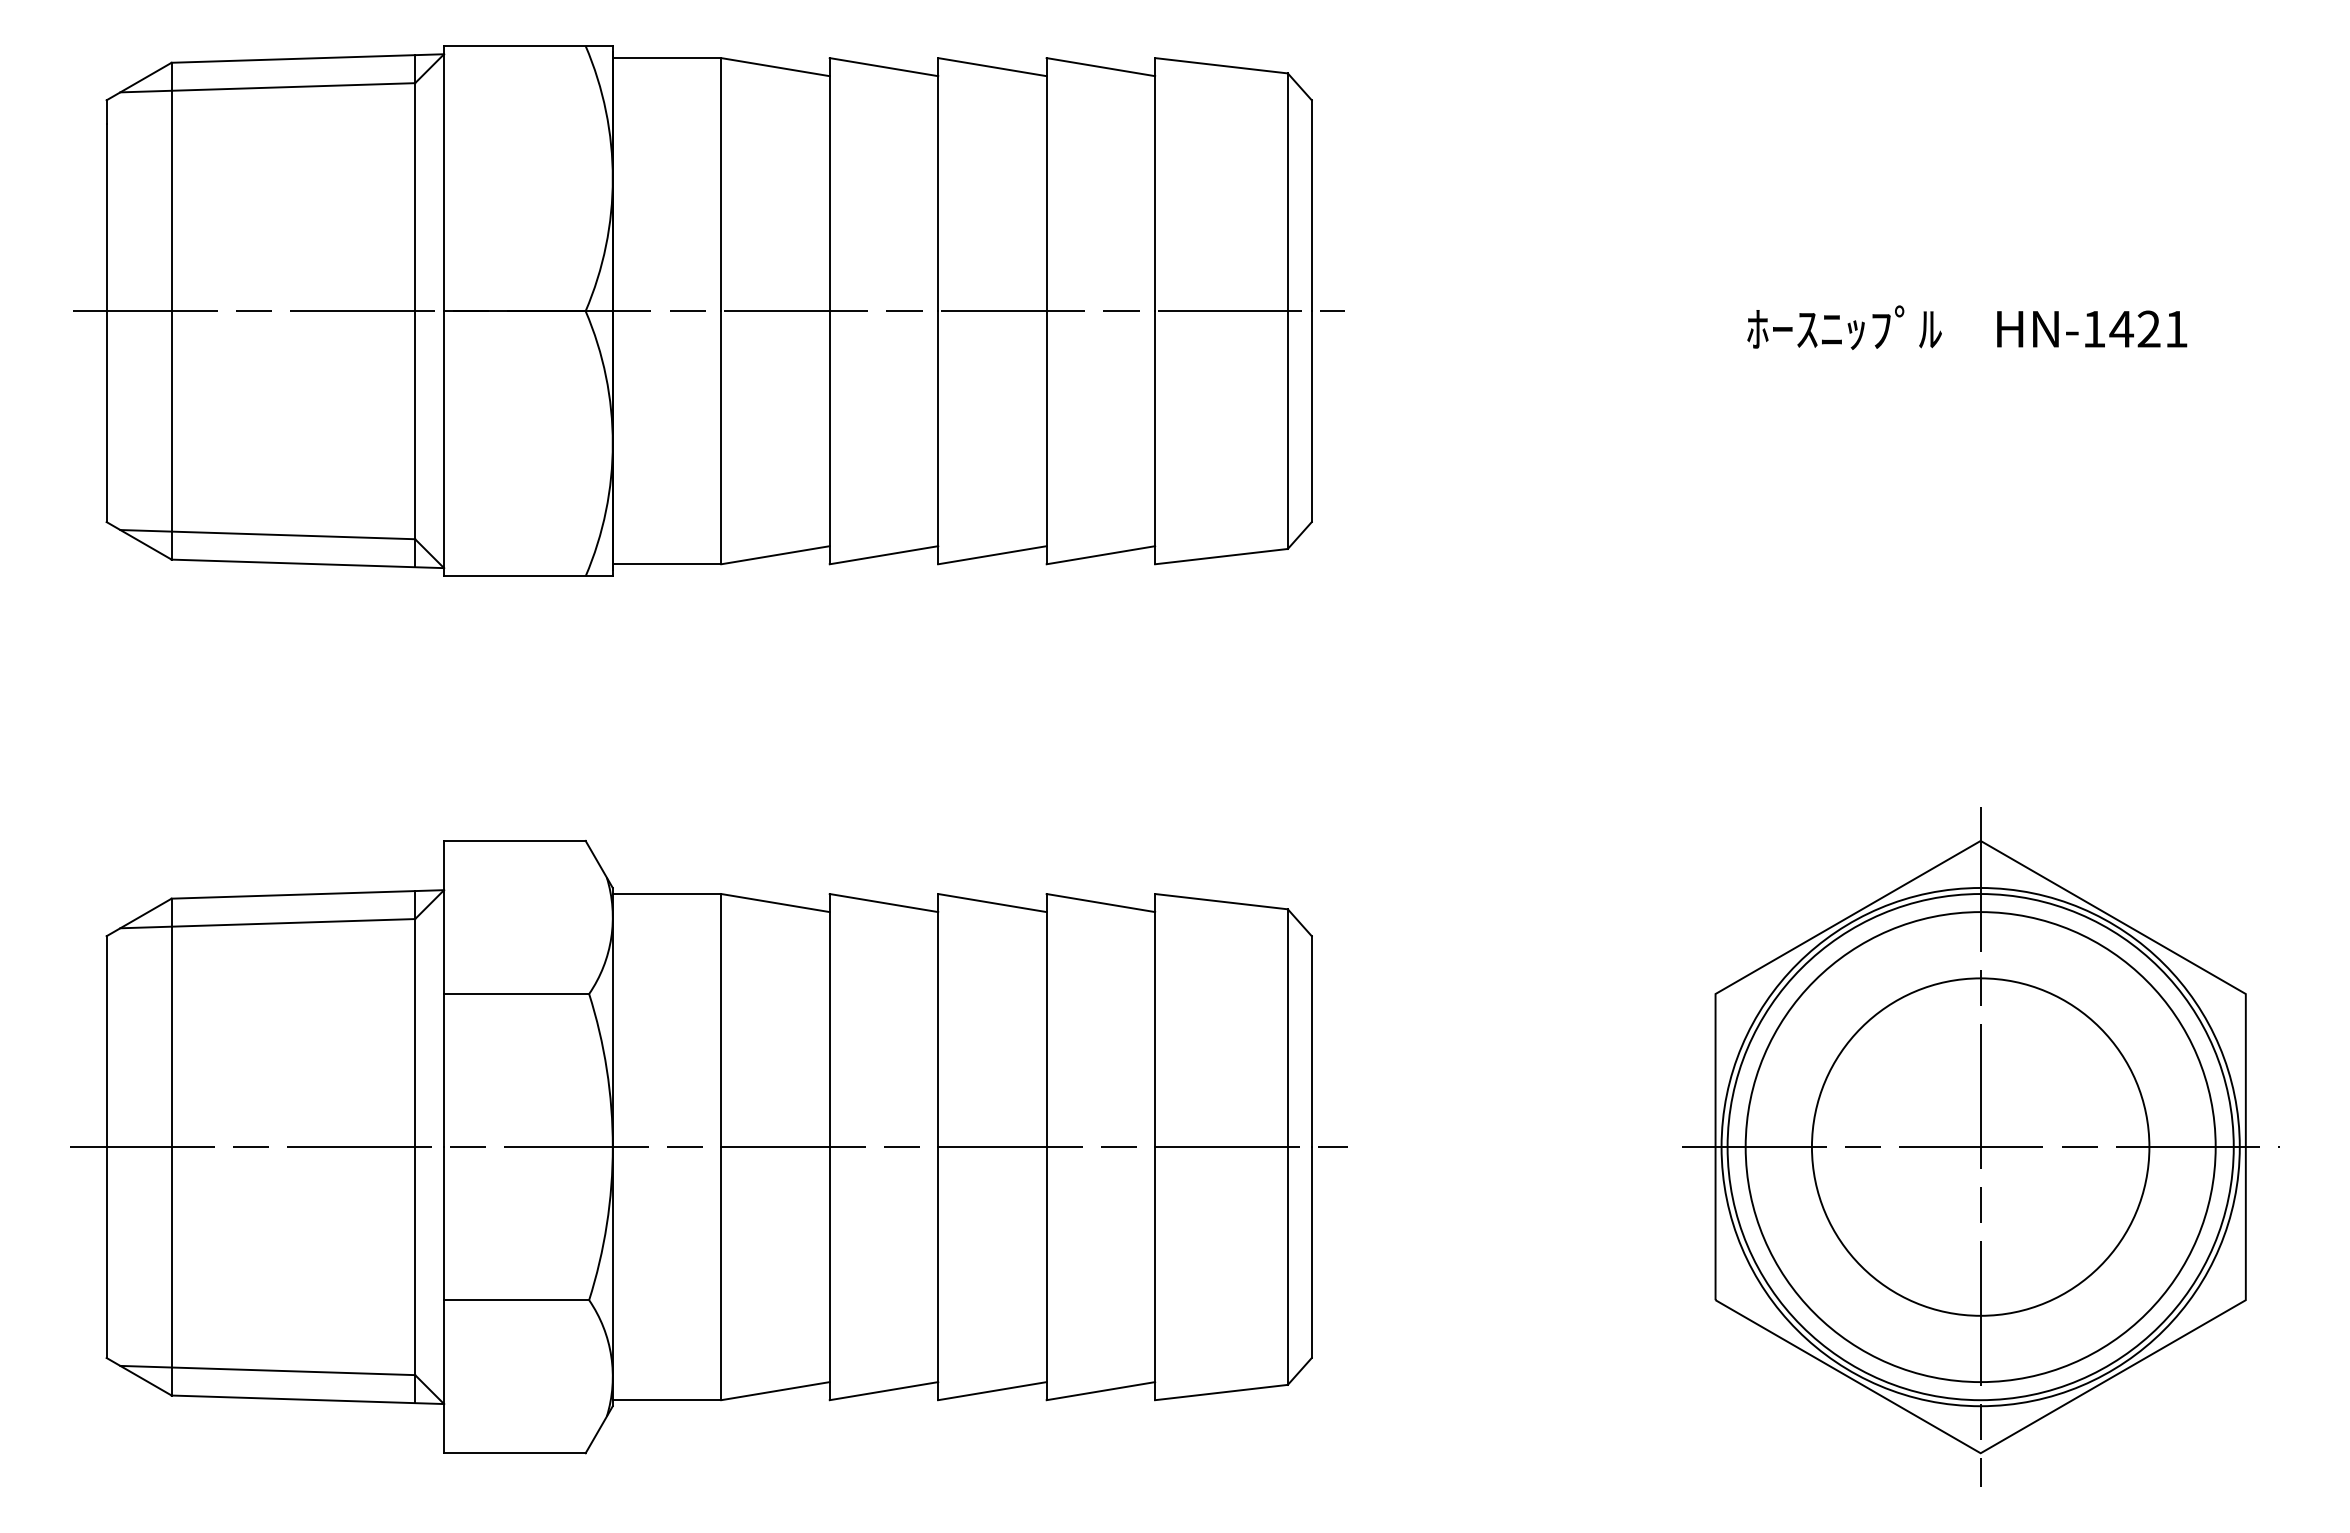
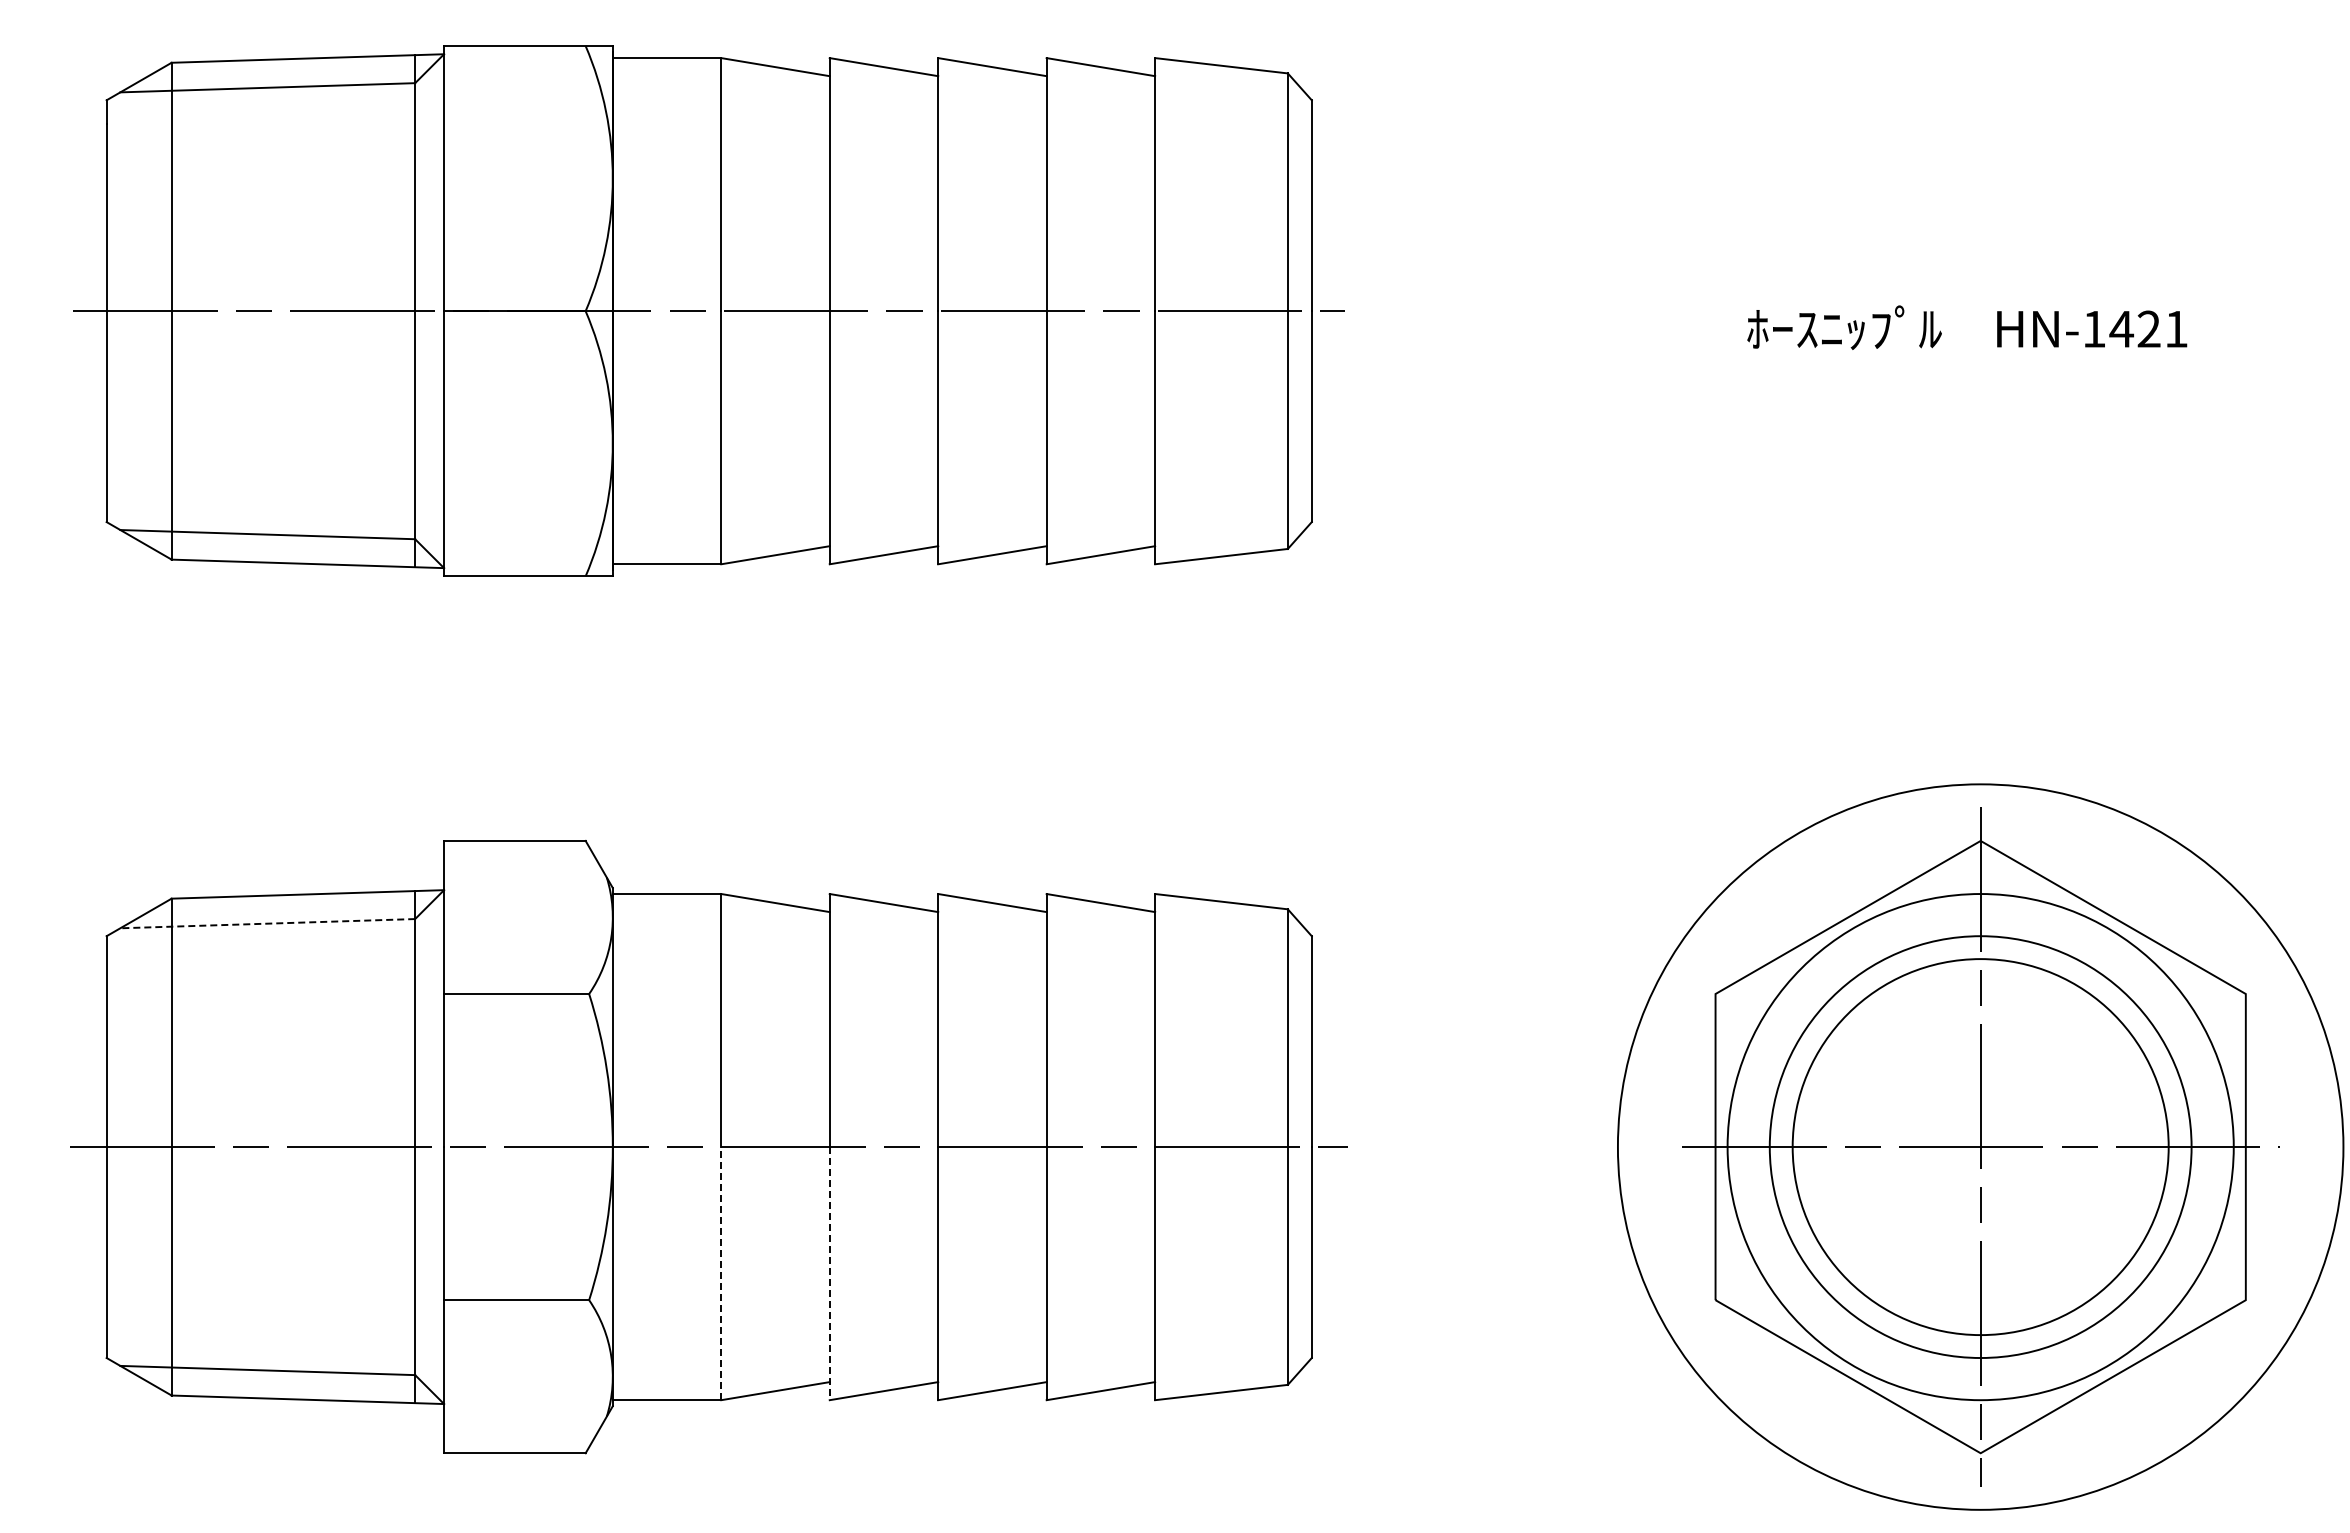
line at (267, 923): solid -> dashed
circle at (1980, 1146) diameter: 337 px -> 422 px
circle at (1980, 1146) diameter: 518 px -> 726 px
circle at (1980, 1147) diameter: 470 px -> 376 px
line at (721, 1273): solid -> dashed
line at (829, 1273): solid -> dashed
